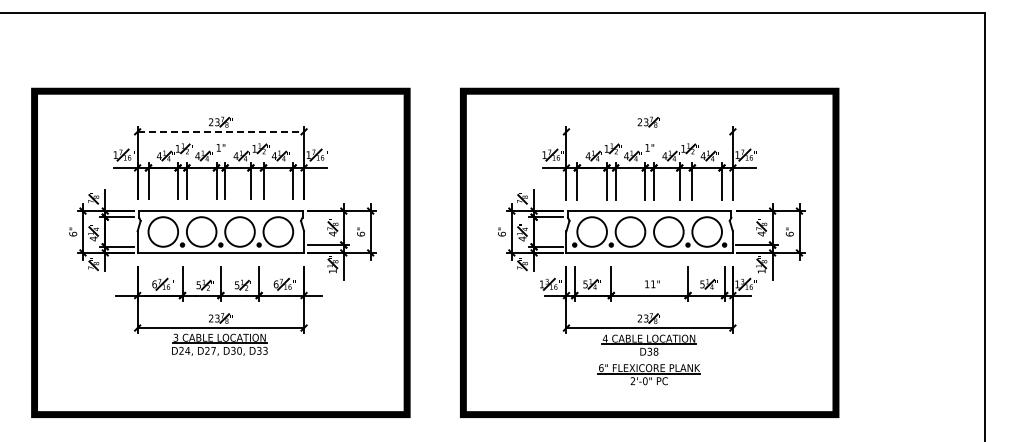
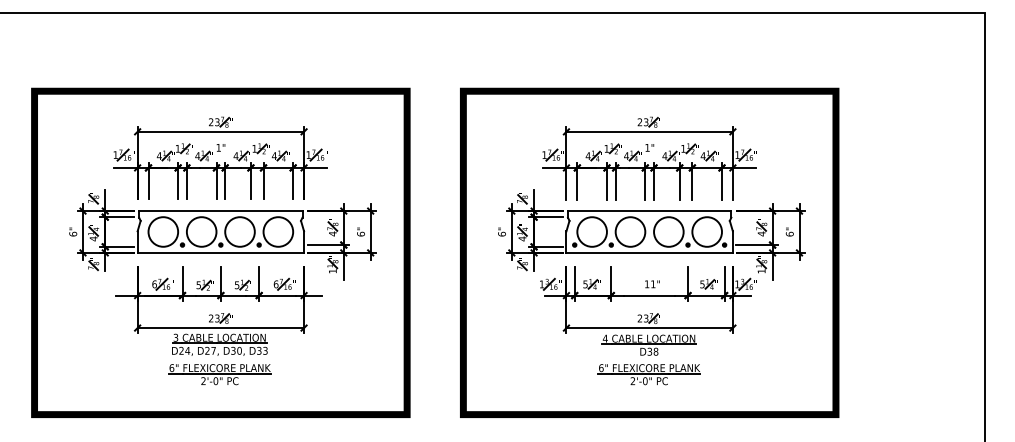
line at (221, 131): dashed -> solid
line at (649, 131): none -> present
part at (219, 374): none -> present
